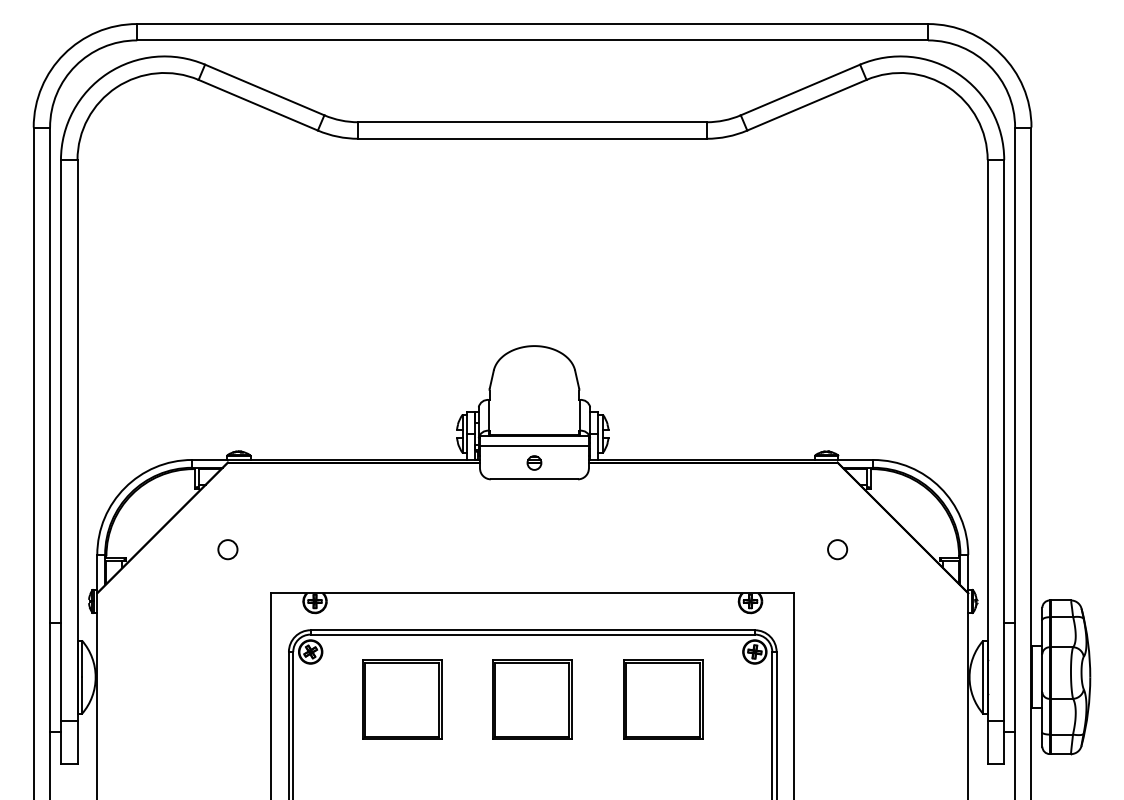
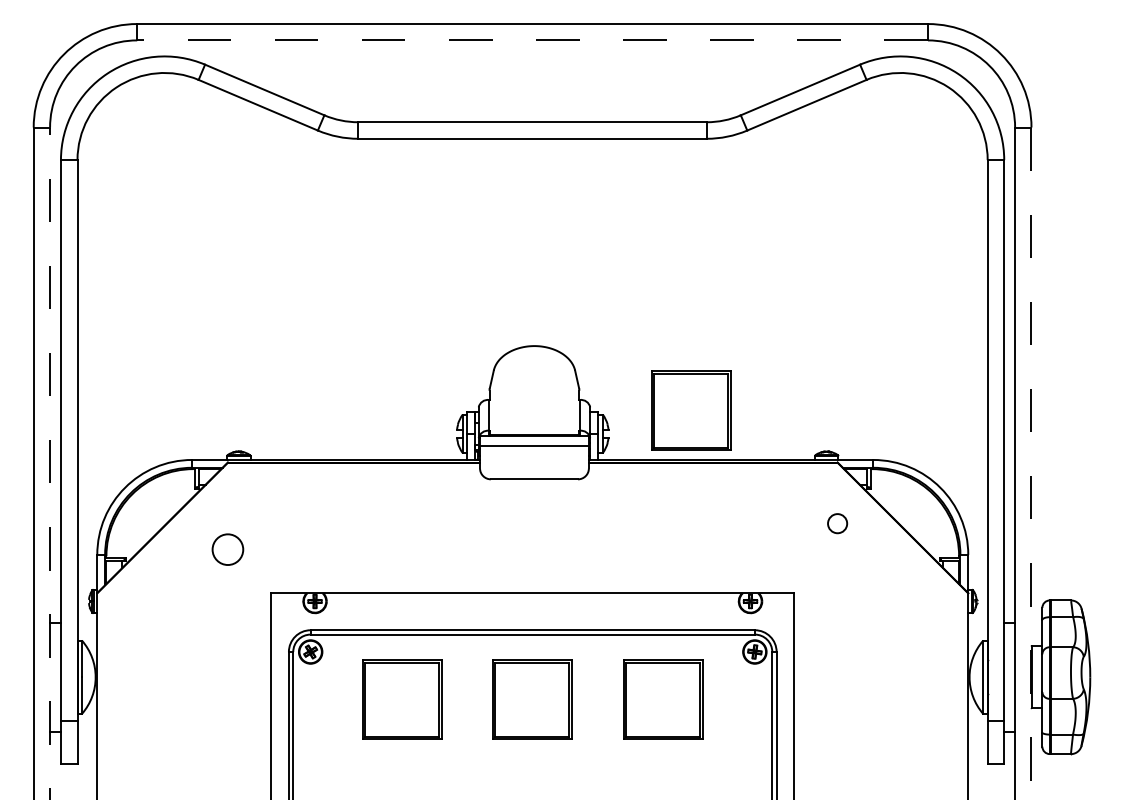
line at (532, 40): solid -> dashed
part at (691, 410): none -> present
part at (534, 462): present -> none
line at (50, 463): solid -> dashed
line at (1031, 464): solid -> dashed
circle at (227, 549) diameter: 19 px -> 31 px
circle at (837, 549) position: (837, 549) -> (837, 523)
